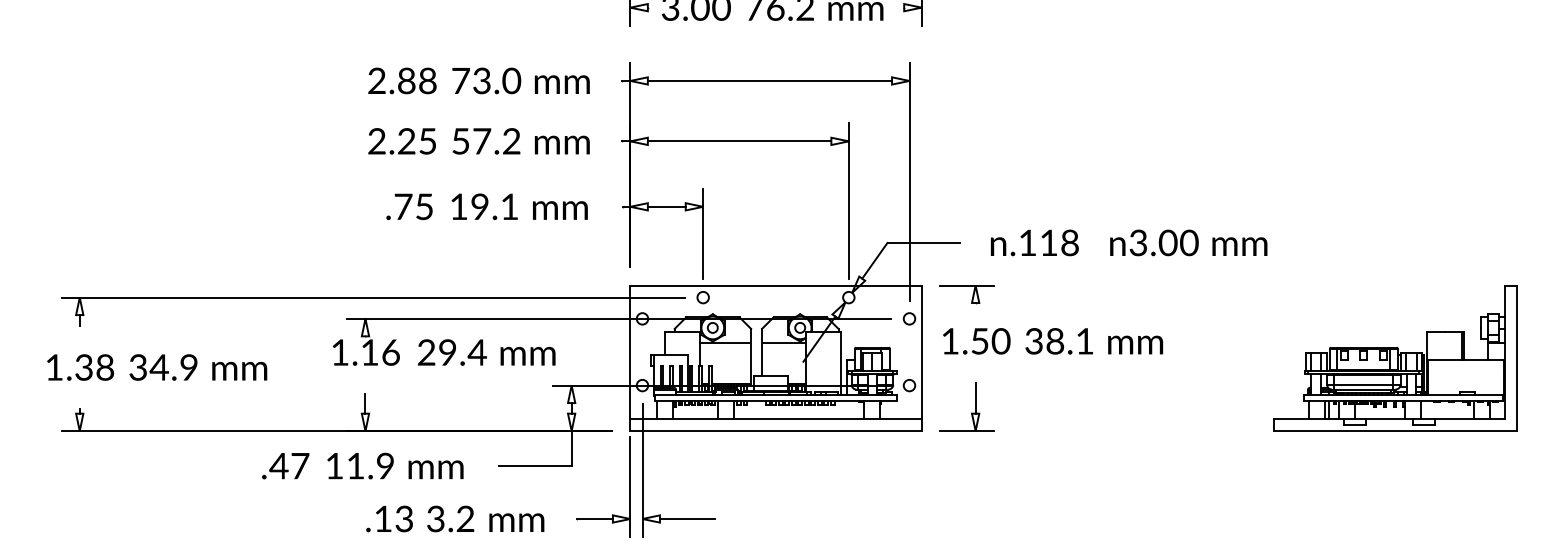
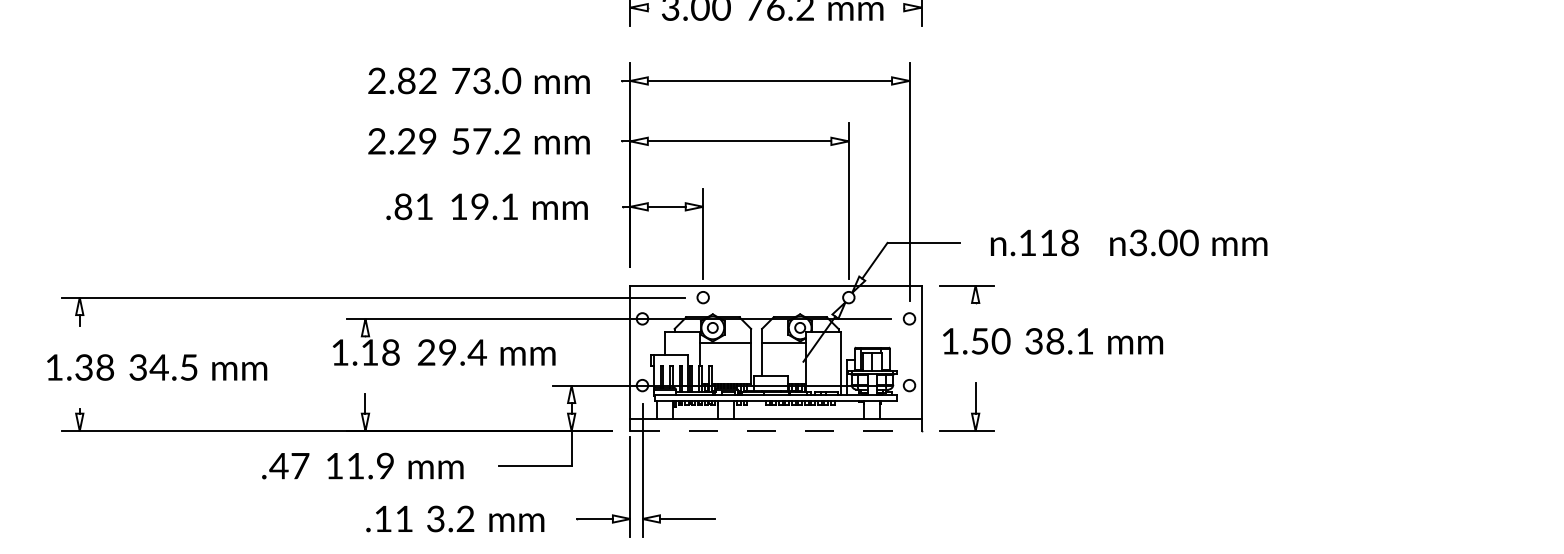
text at (427, 81): 2.88 -> 2.82
text at (427, 141): 2.25 -> 2.29
text at (413, 206): .75 -> .81
text at (390, 352): 1.16 -> 1.18
part at (1395, 358): present -> none
text at (188, 367): 34.9 -> 34.5
line at (776, 431): solid -> dashed
text at (403, 518): .13 -> .11
